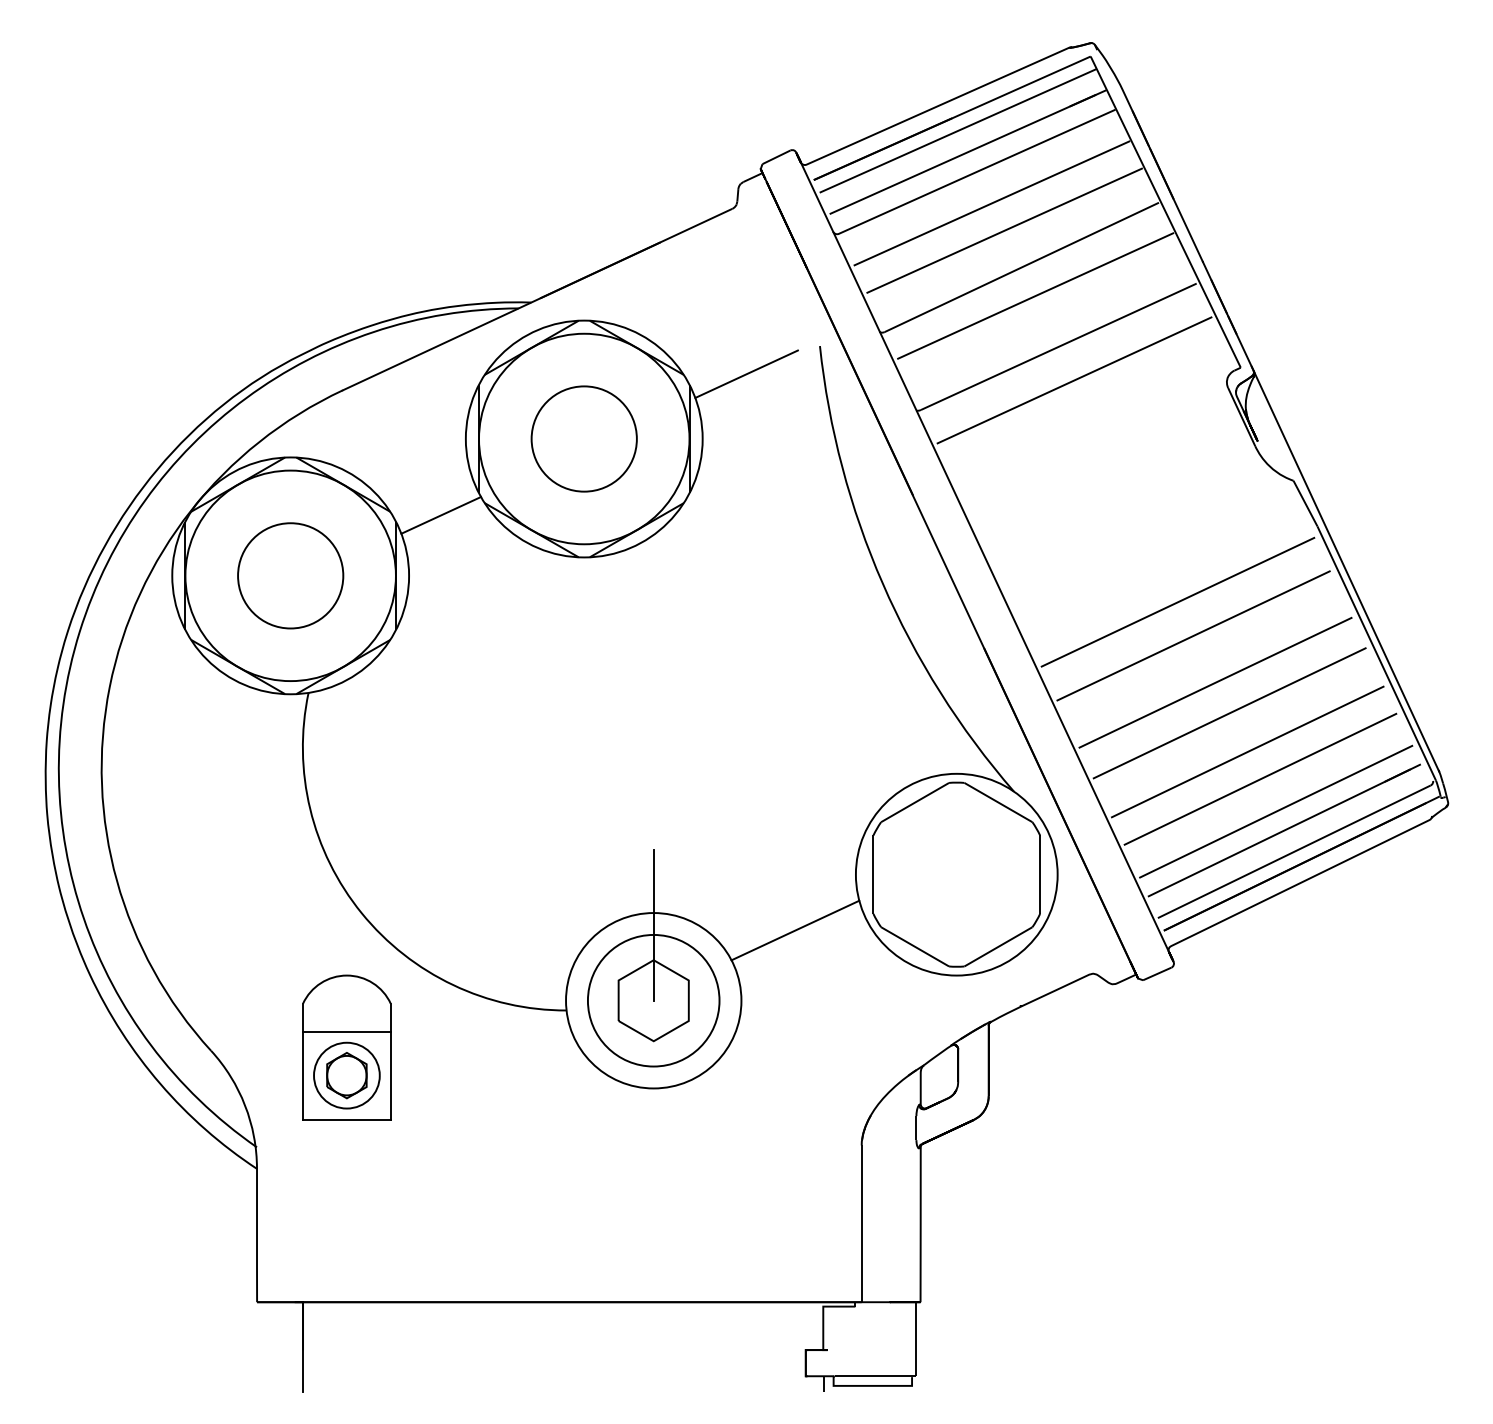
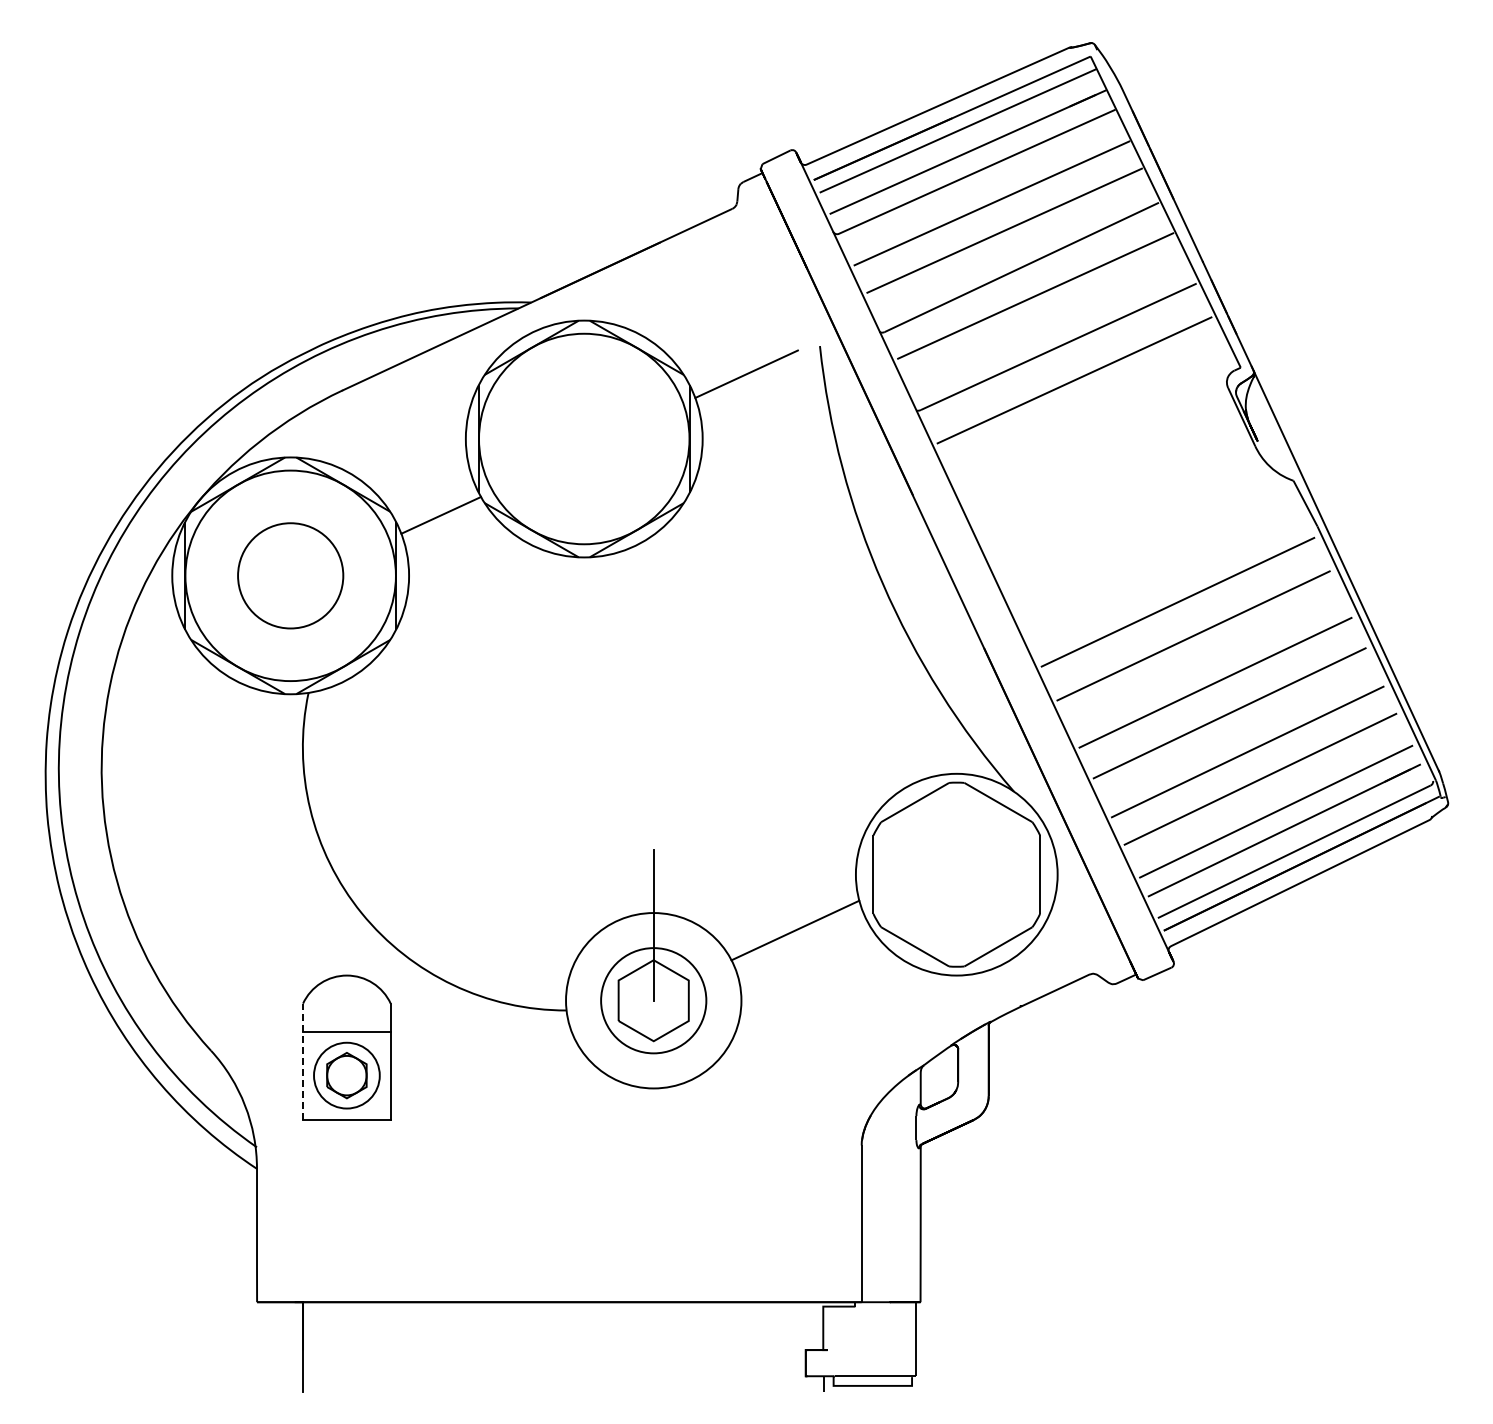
circle at (583, 438): present -> none
circle at (653, 1000) diameter: 132 px -> 105 px
line at (303, 1061): solid -> dashed
